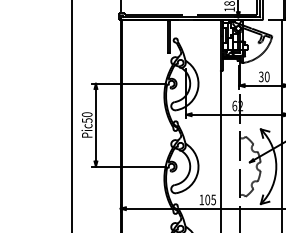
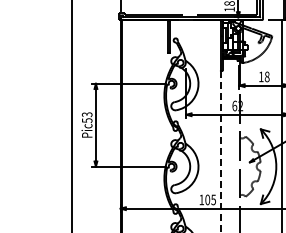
text at (263, 76): 30 -> 18
text at (87, 114): Pic50 -> Pic53
line at (220, 151): solid -> dashed
